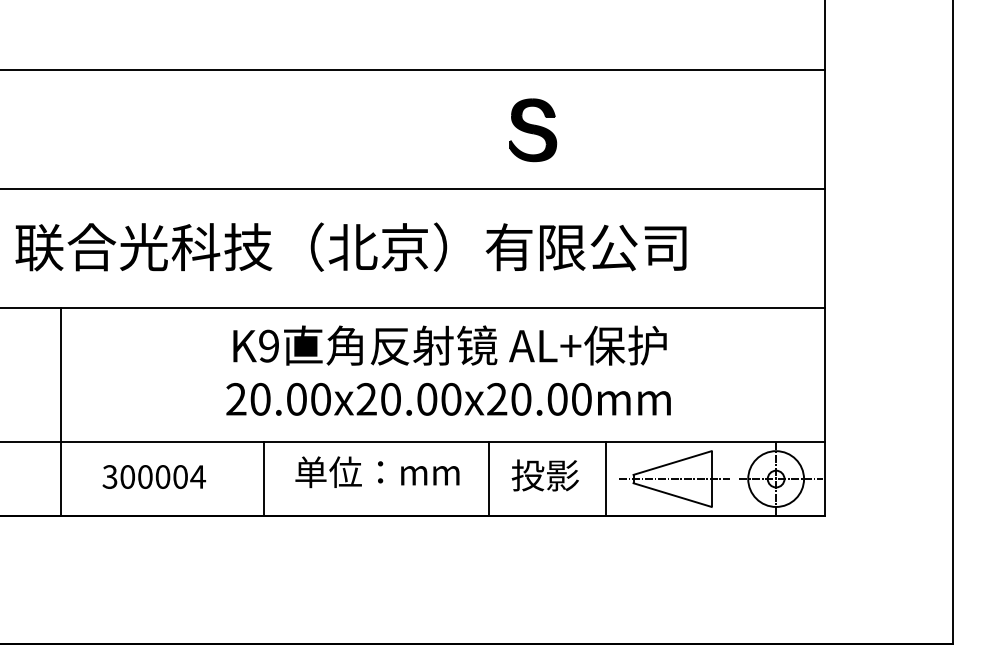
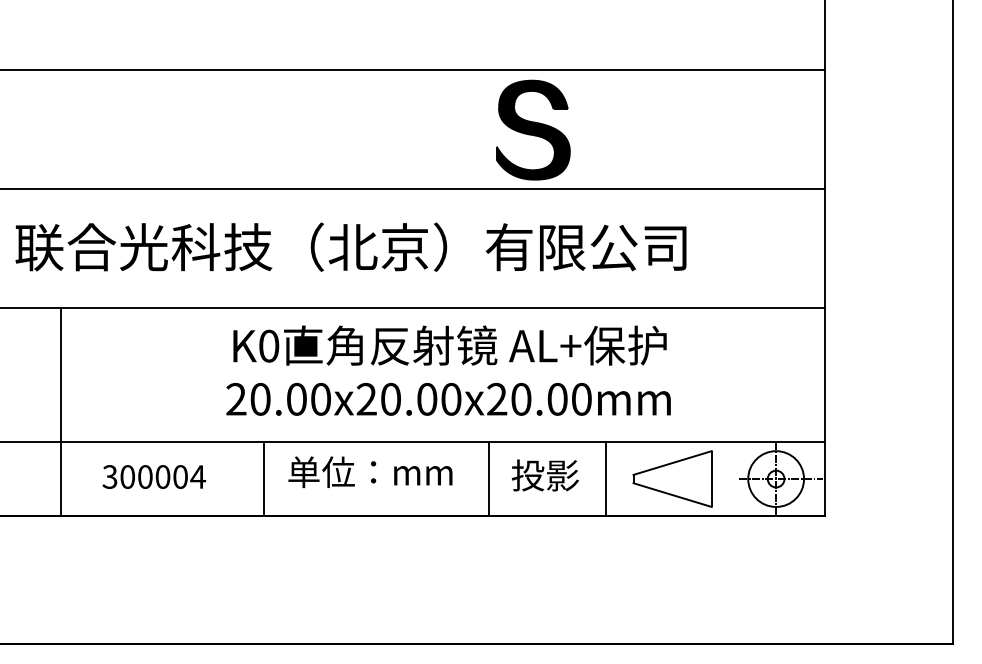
part at (533, 130) size: 49x65 px -> 75x102 px
text at (269, 345): K9 -> K0
text at (377, 472) position: (377, 472) -> (370, 472)
line at (674, 479): present -> none
